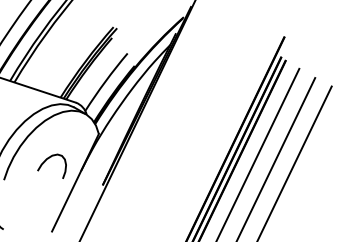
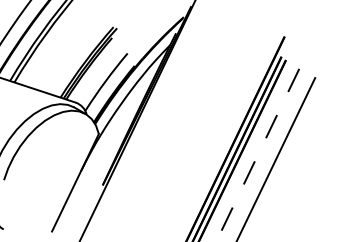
line at (257, 155): solid -> dashed
curve at (48, 159): present -> none
line at (294, 162): present -> none
